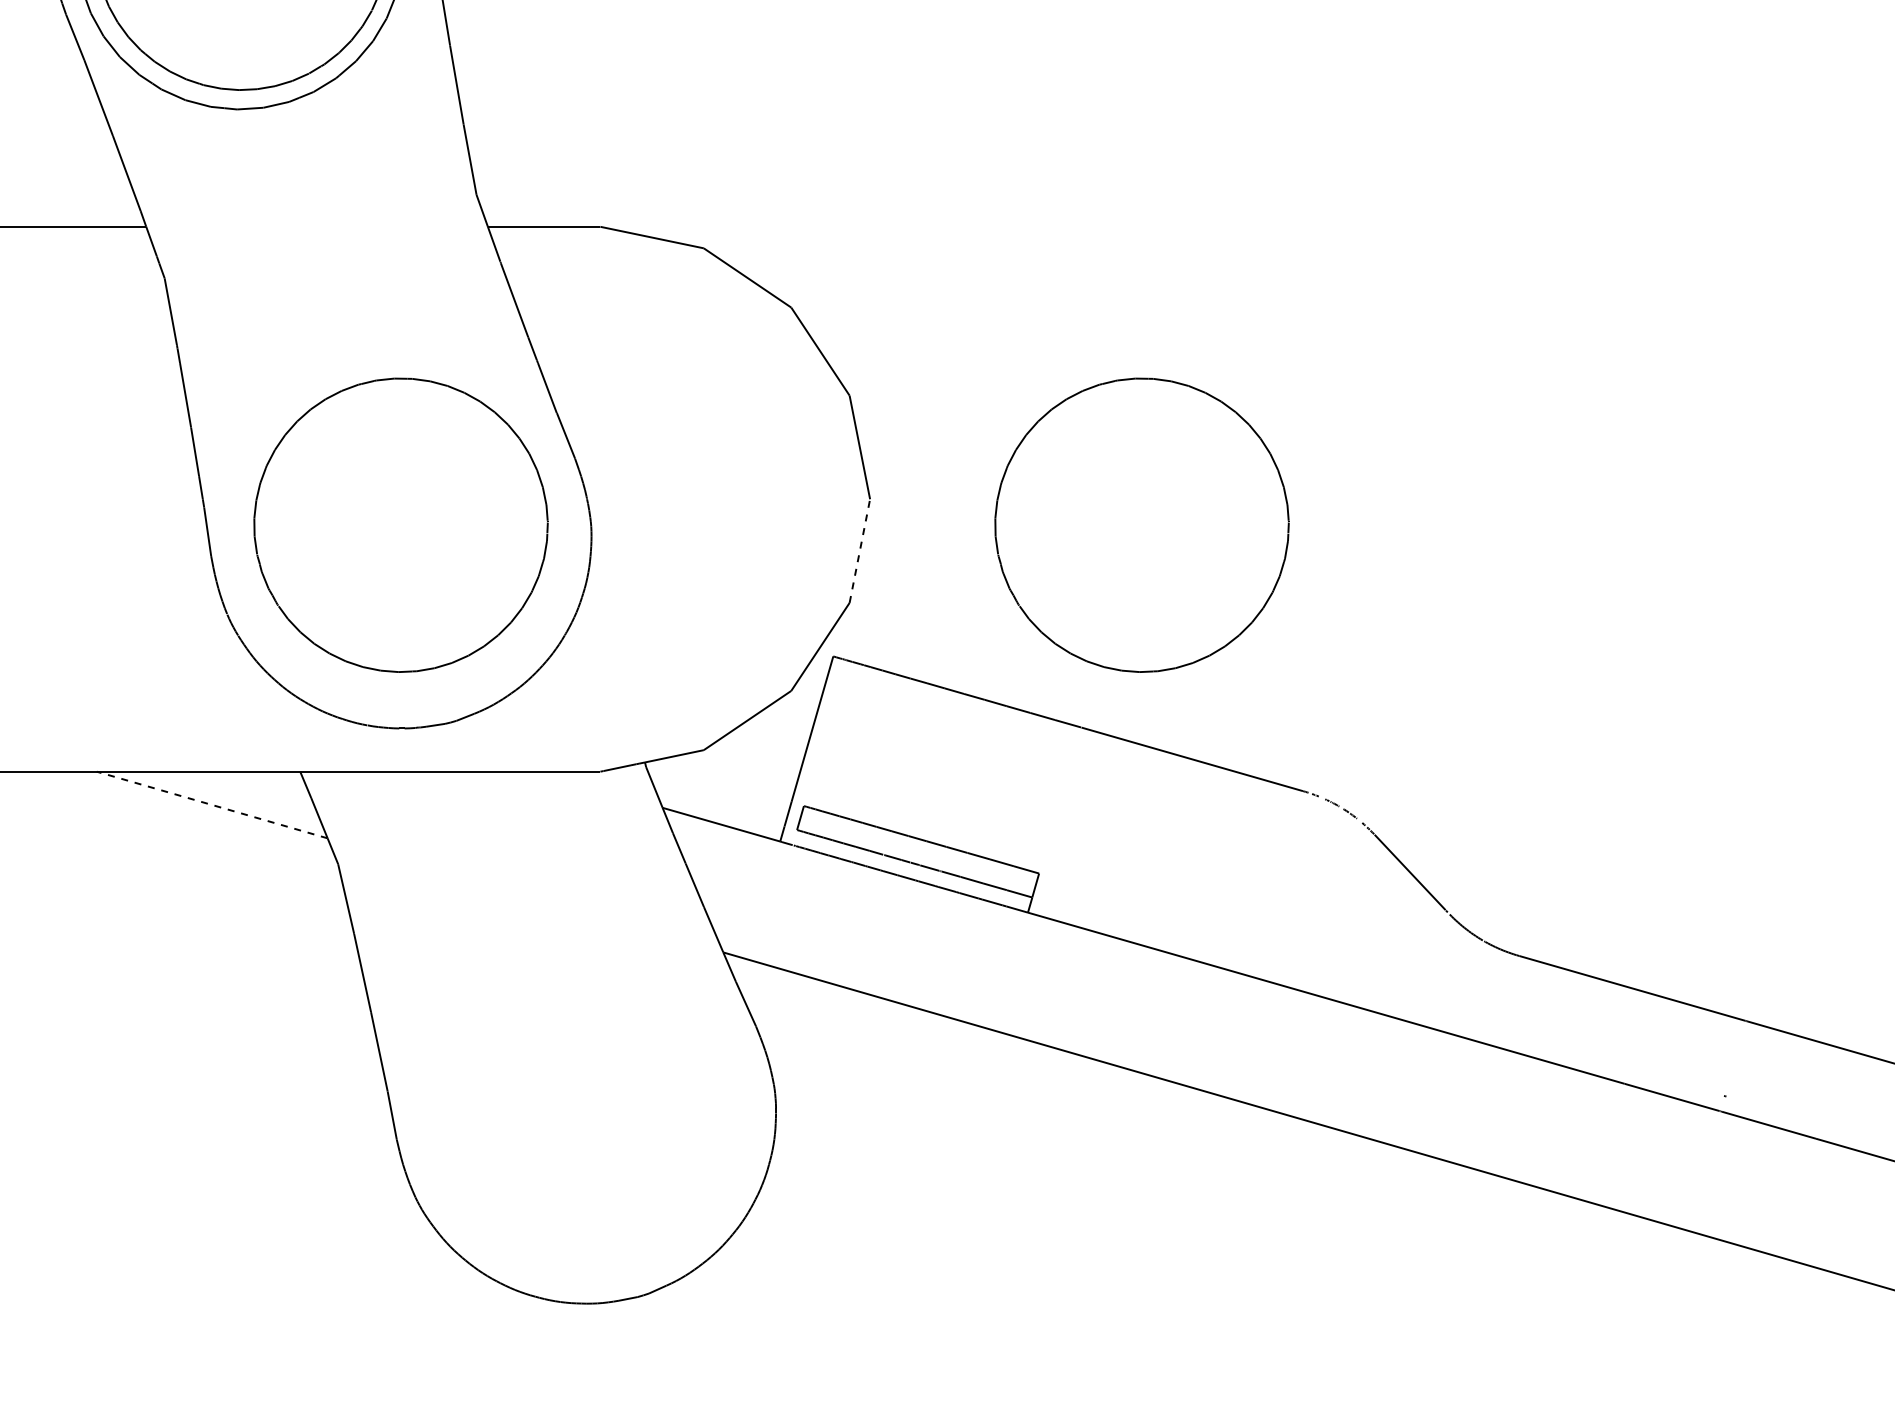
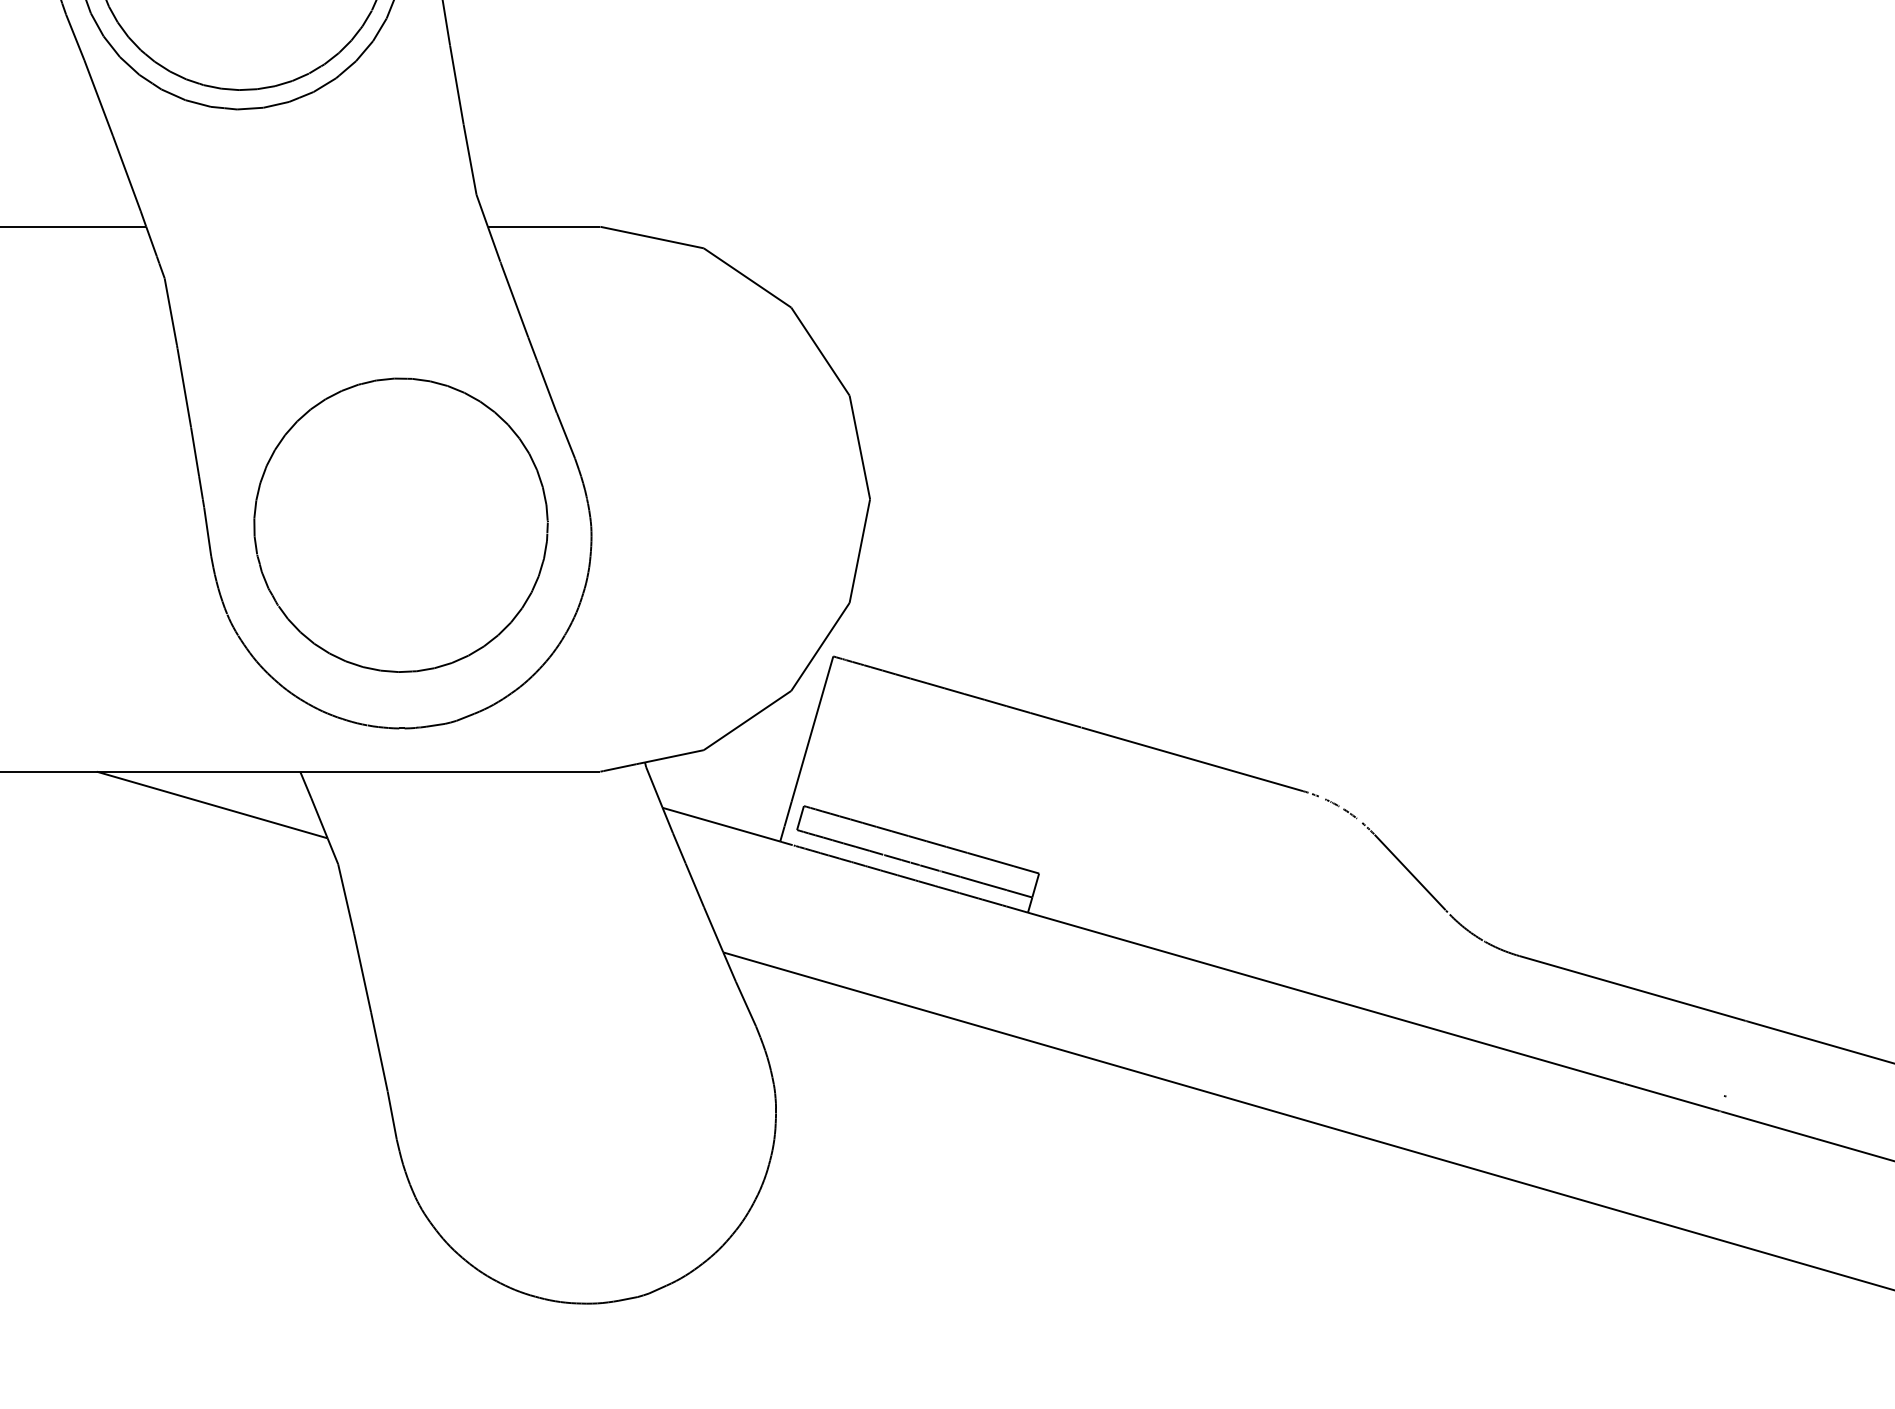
part at (1141, 524): present -> none
line at (859, 551): dashed -> solid
line at (211, 804): dashed -> solid
